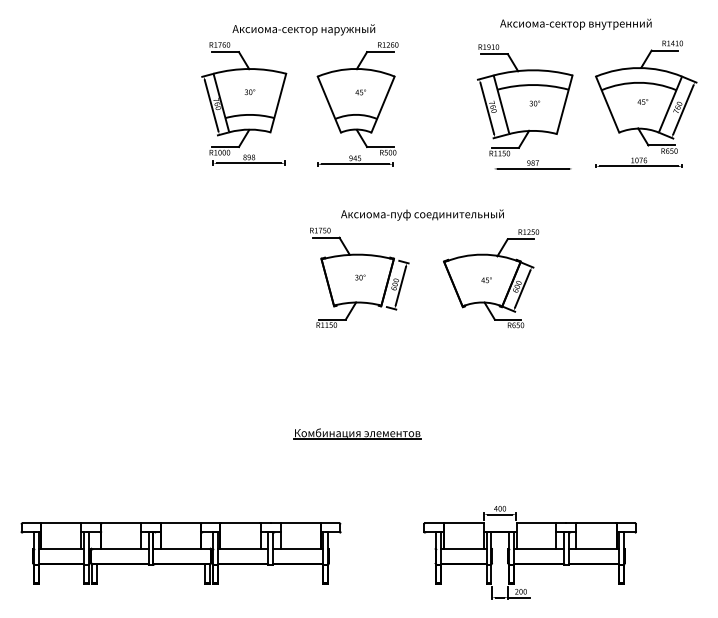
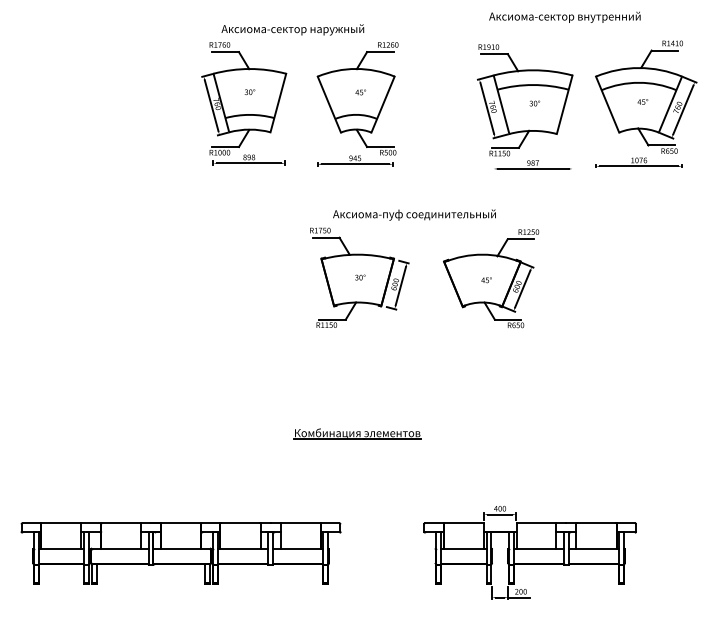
text at (575, 23) position: (575, 23) -> (564, 16)
text at (303, 29) position: (303, 29) -> (292, 29)
text at (422, 214) position: (422, 214) -> (414, 214)
